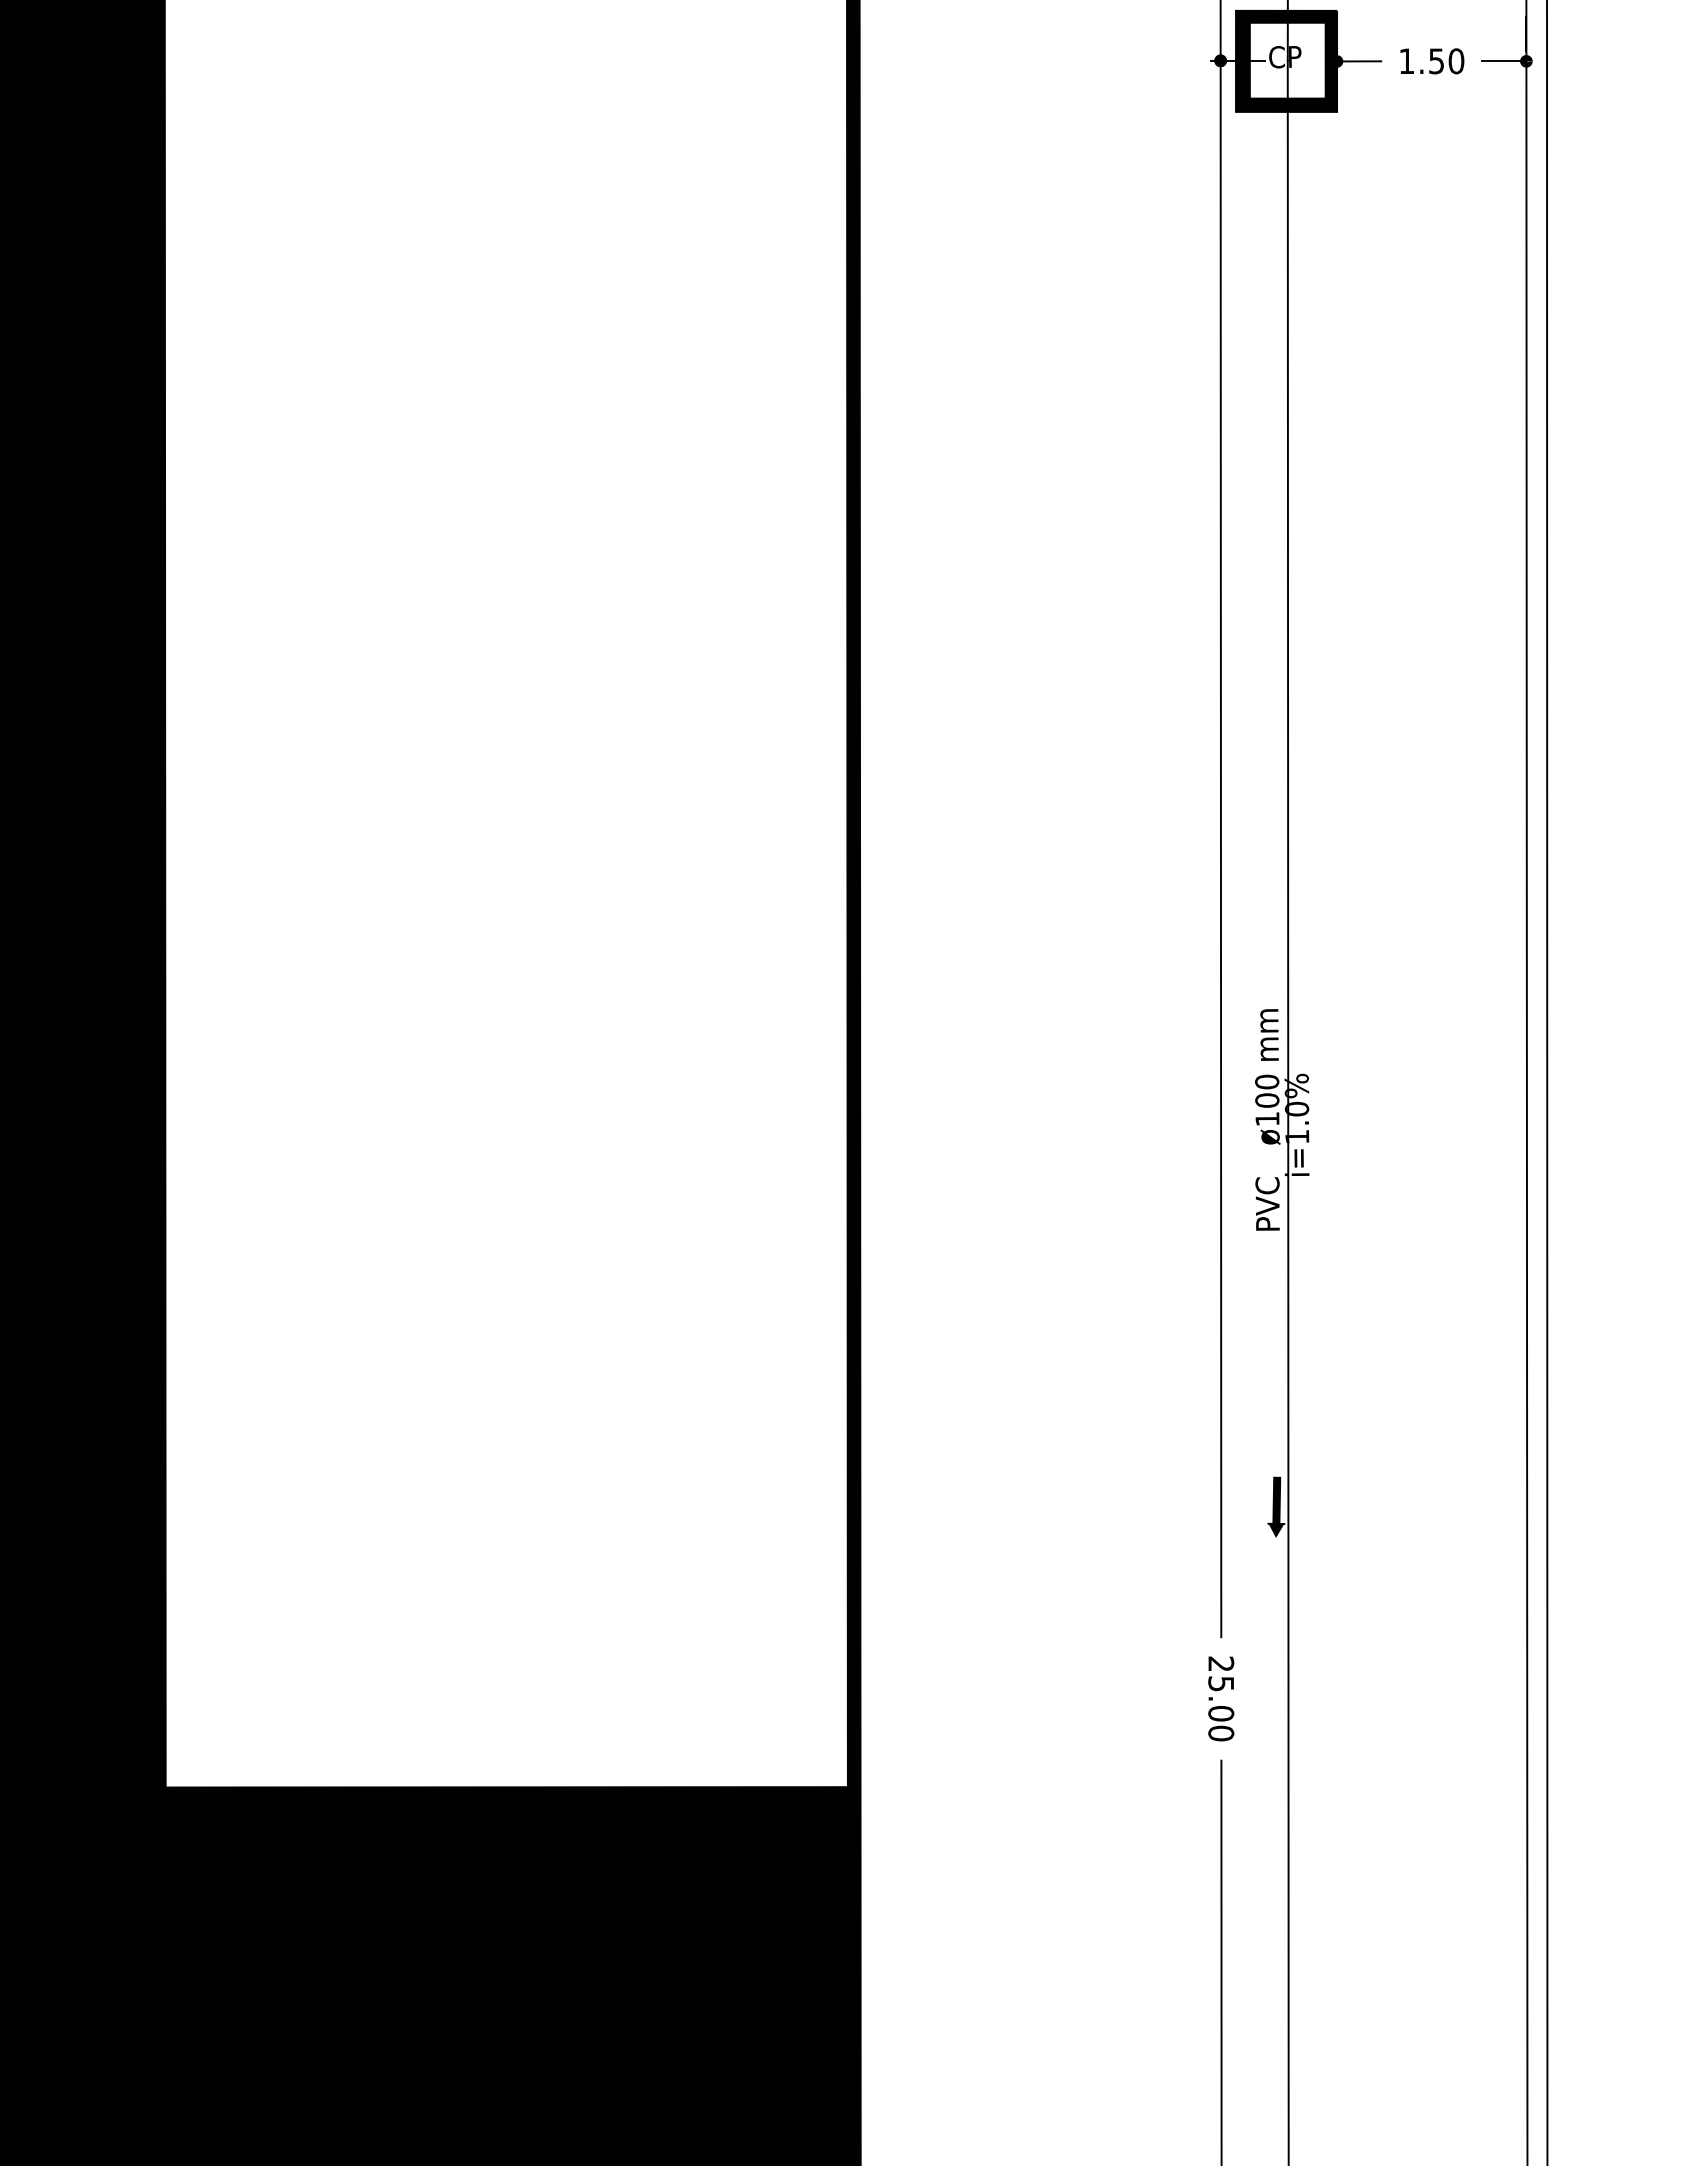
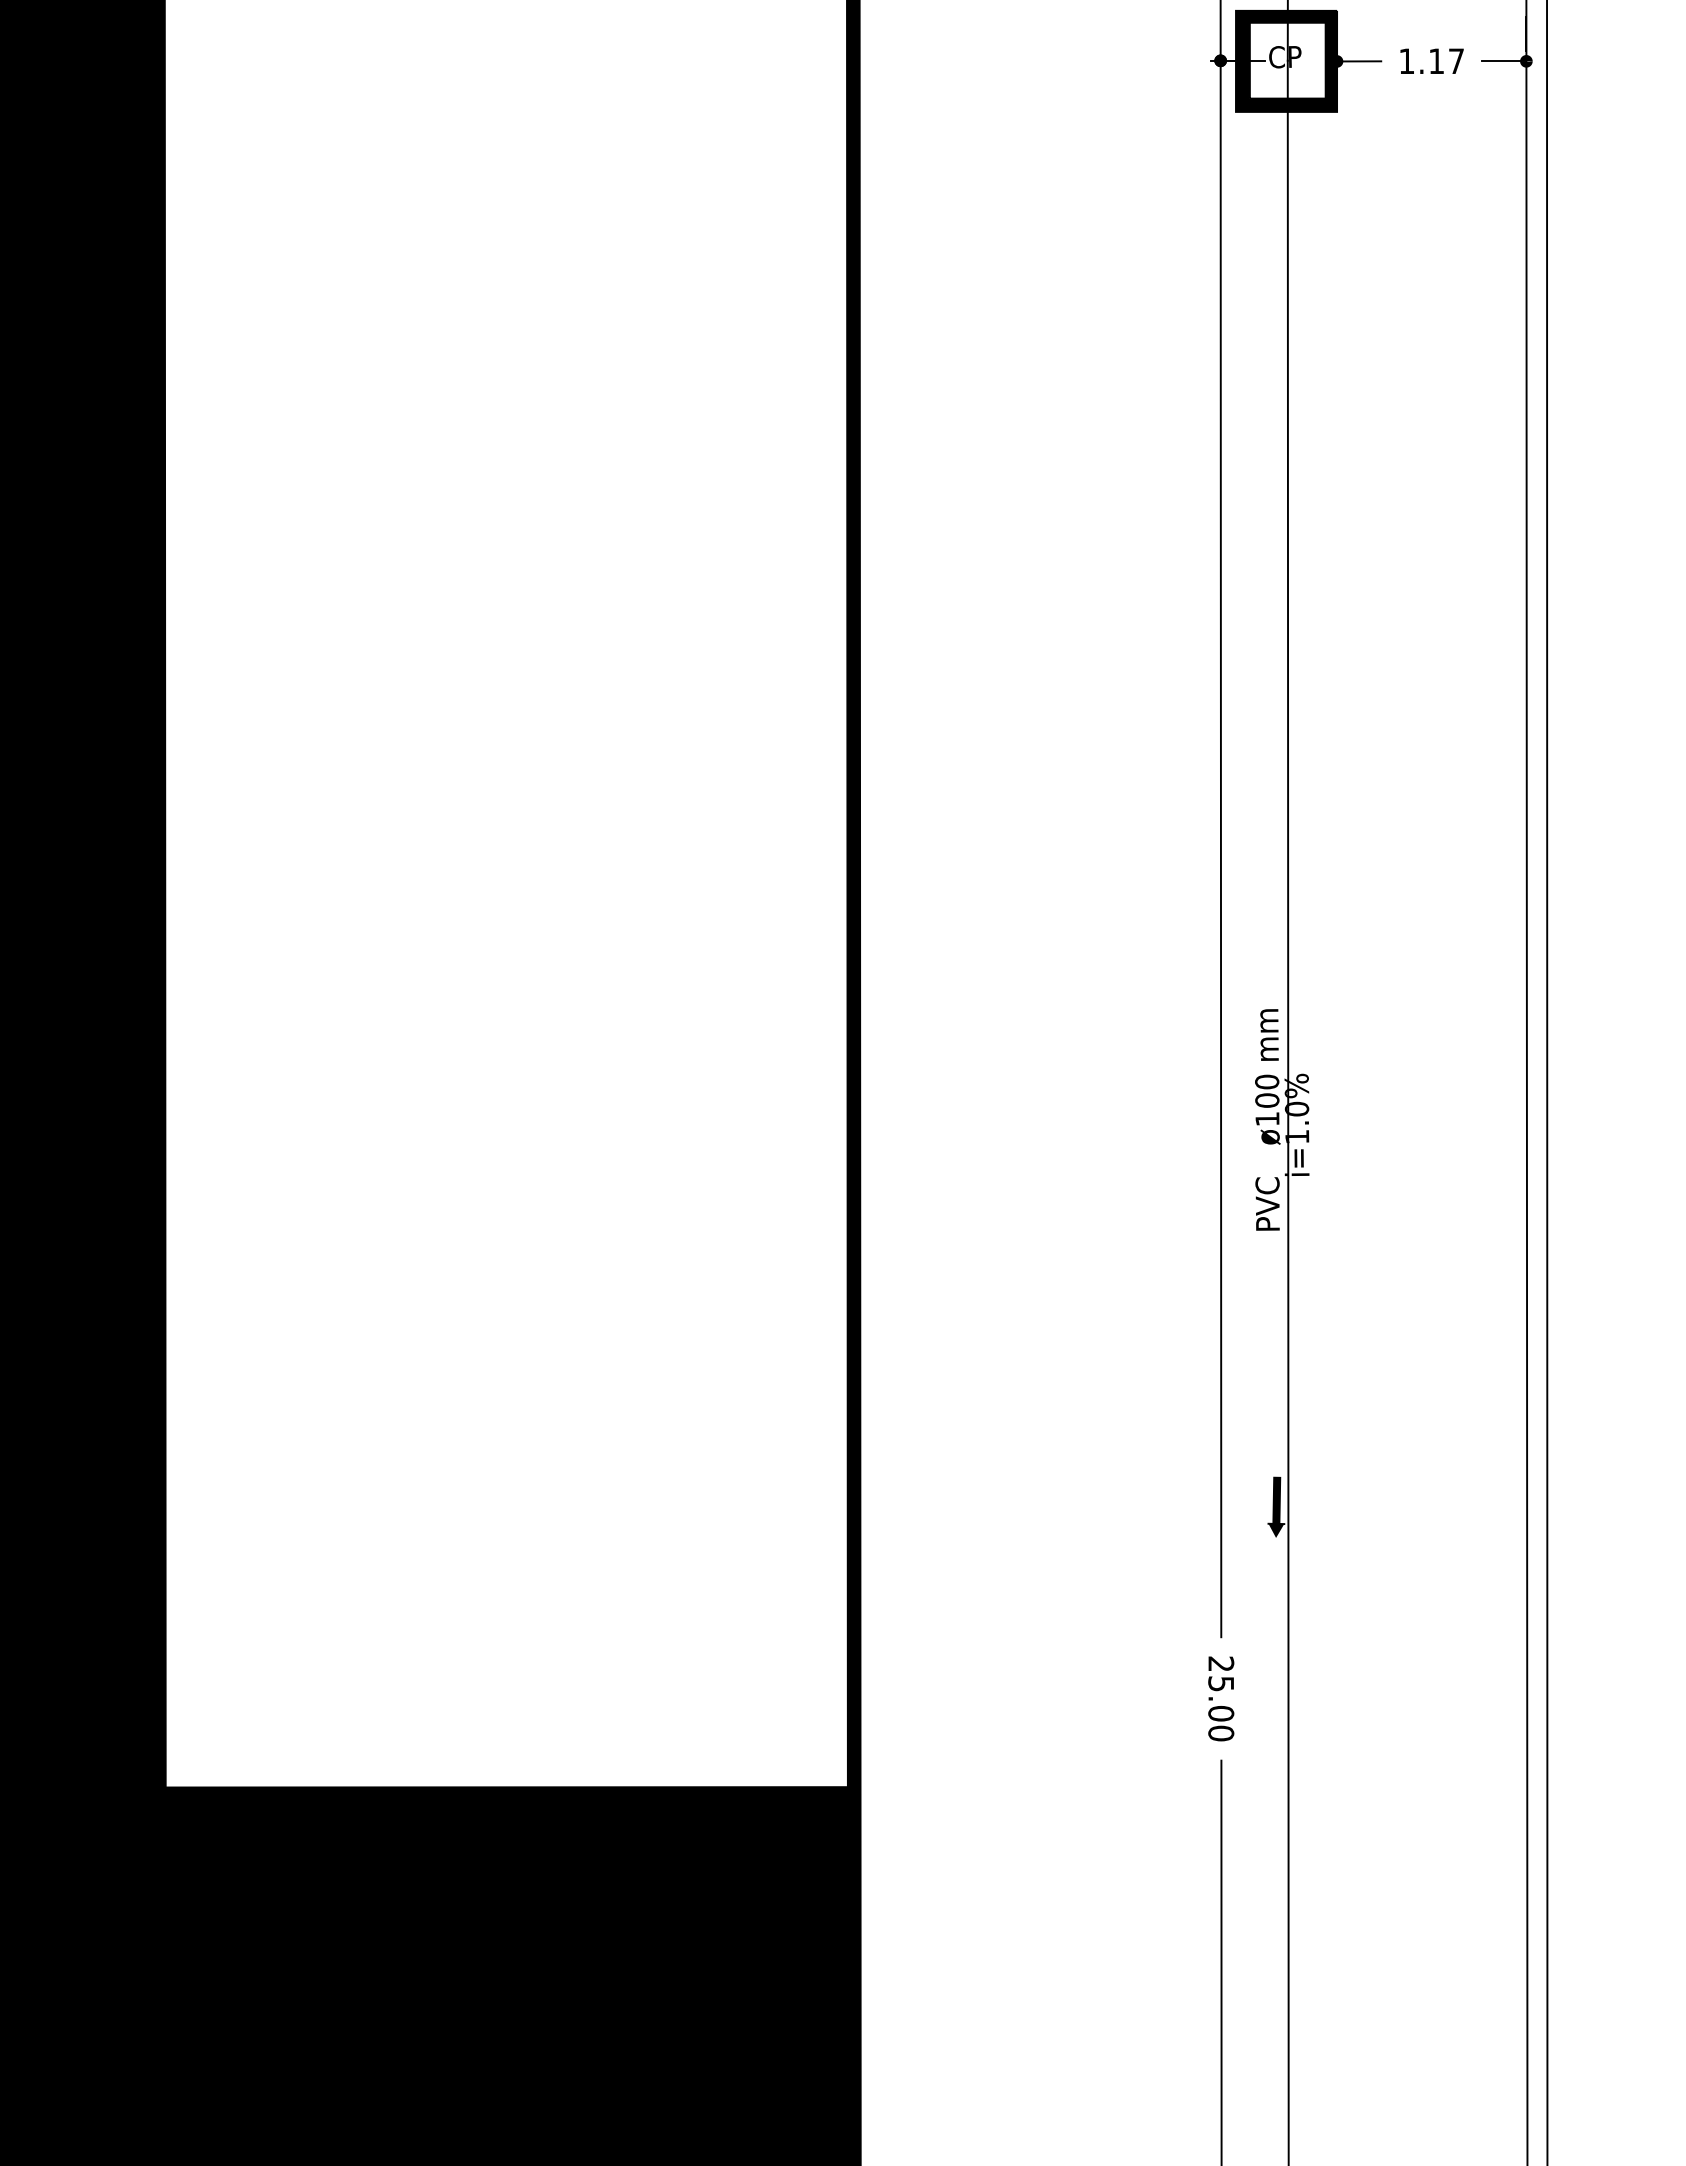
text at (1446, 61): 1.50 -> 1.17
